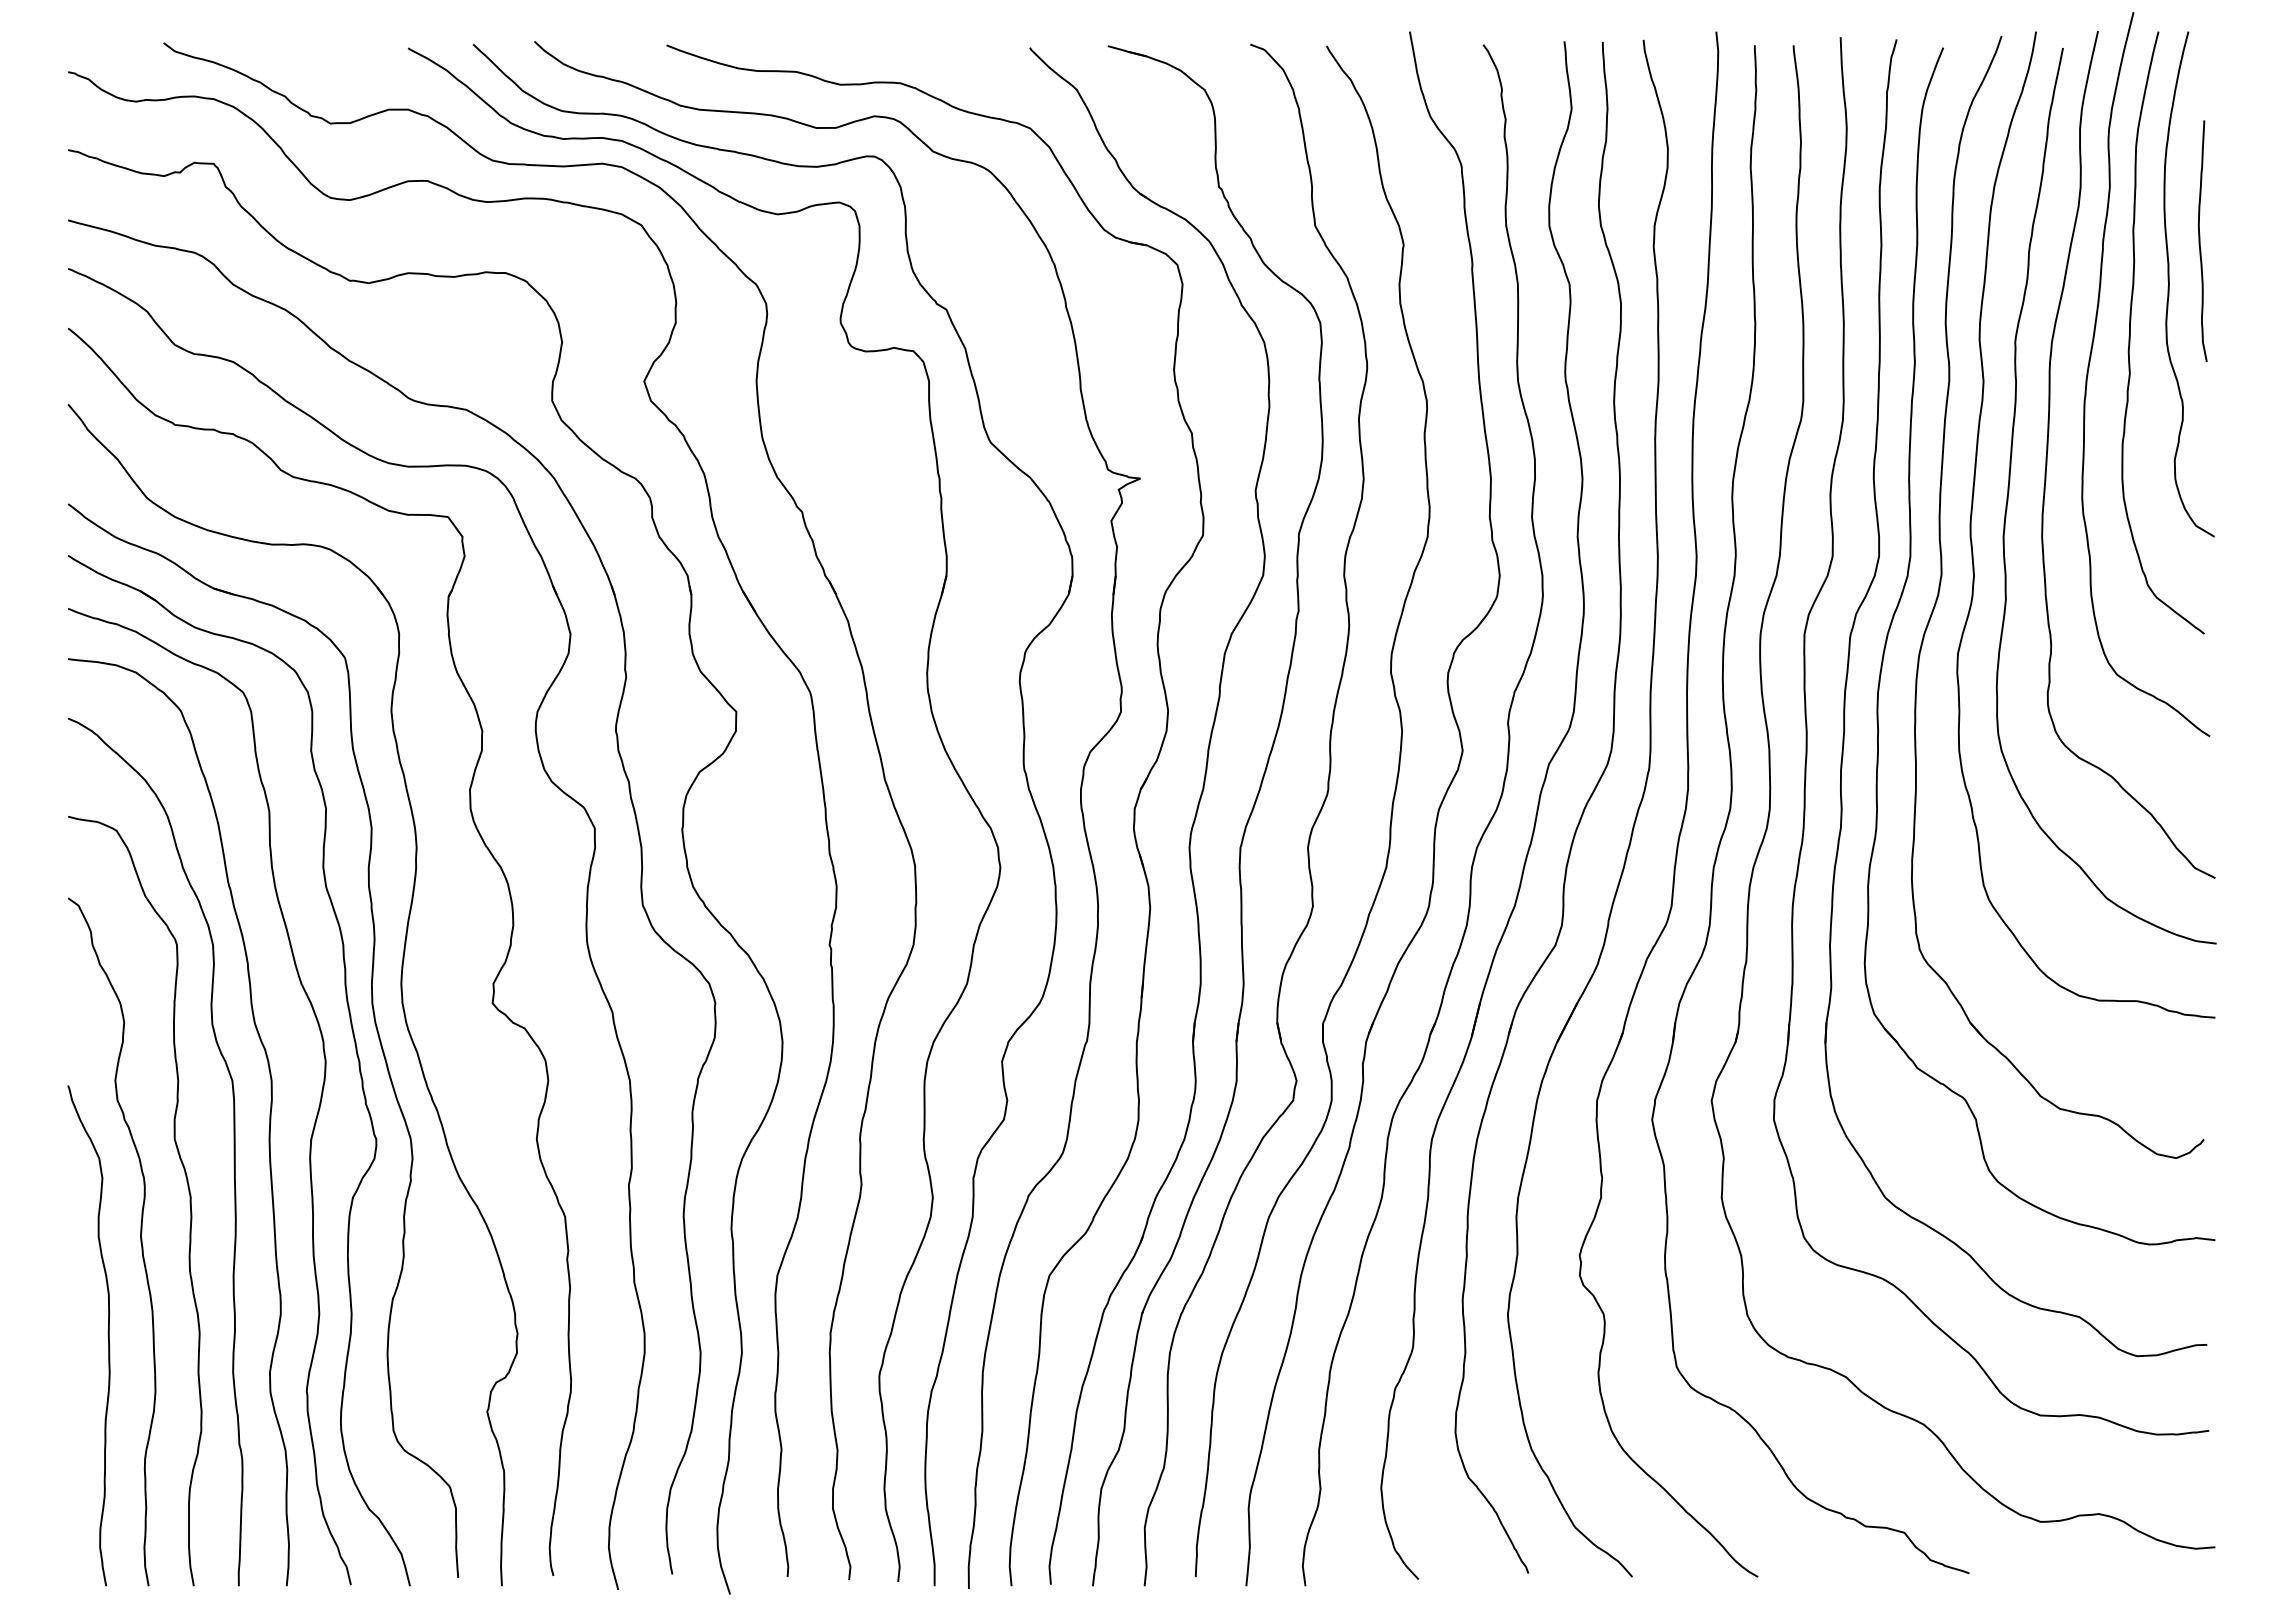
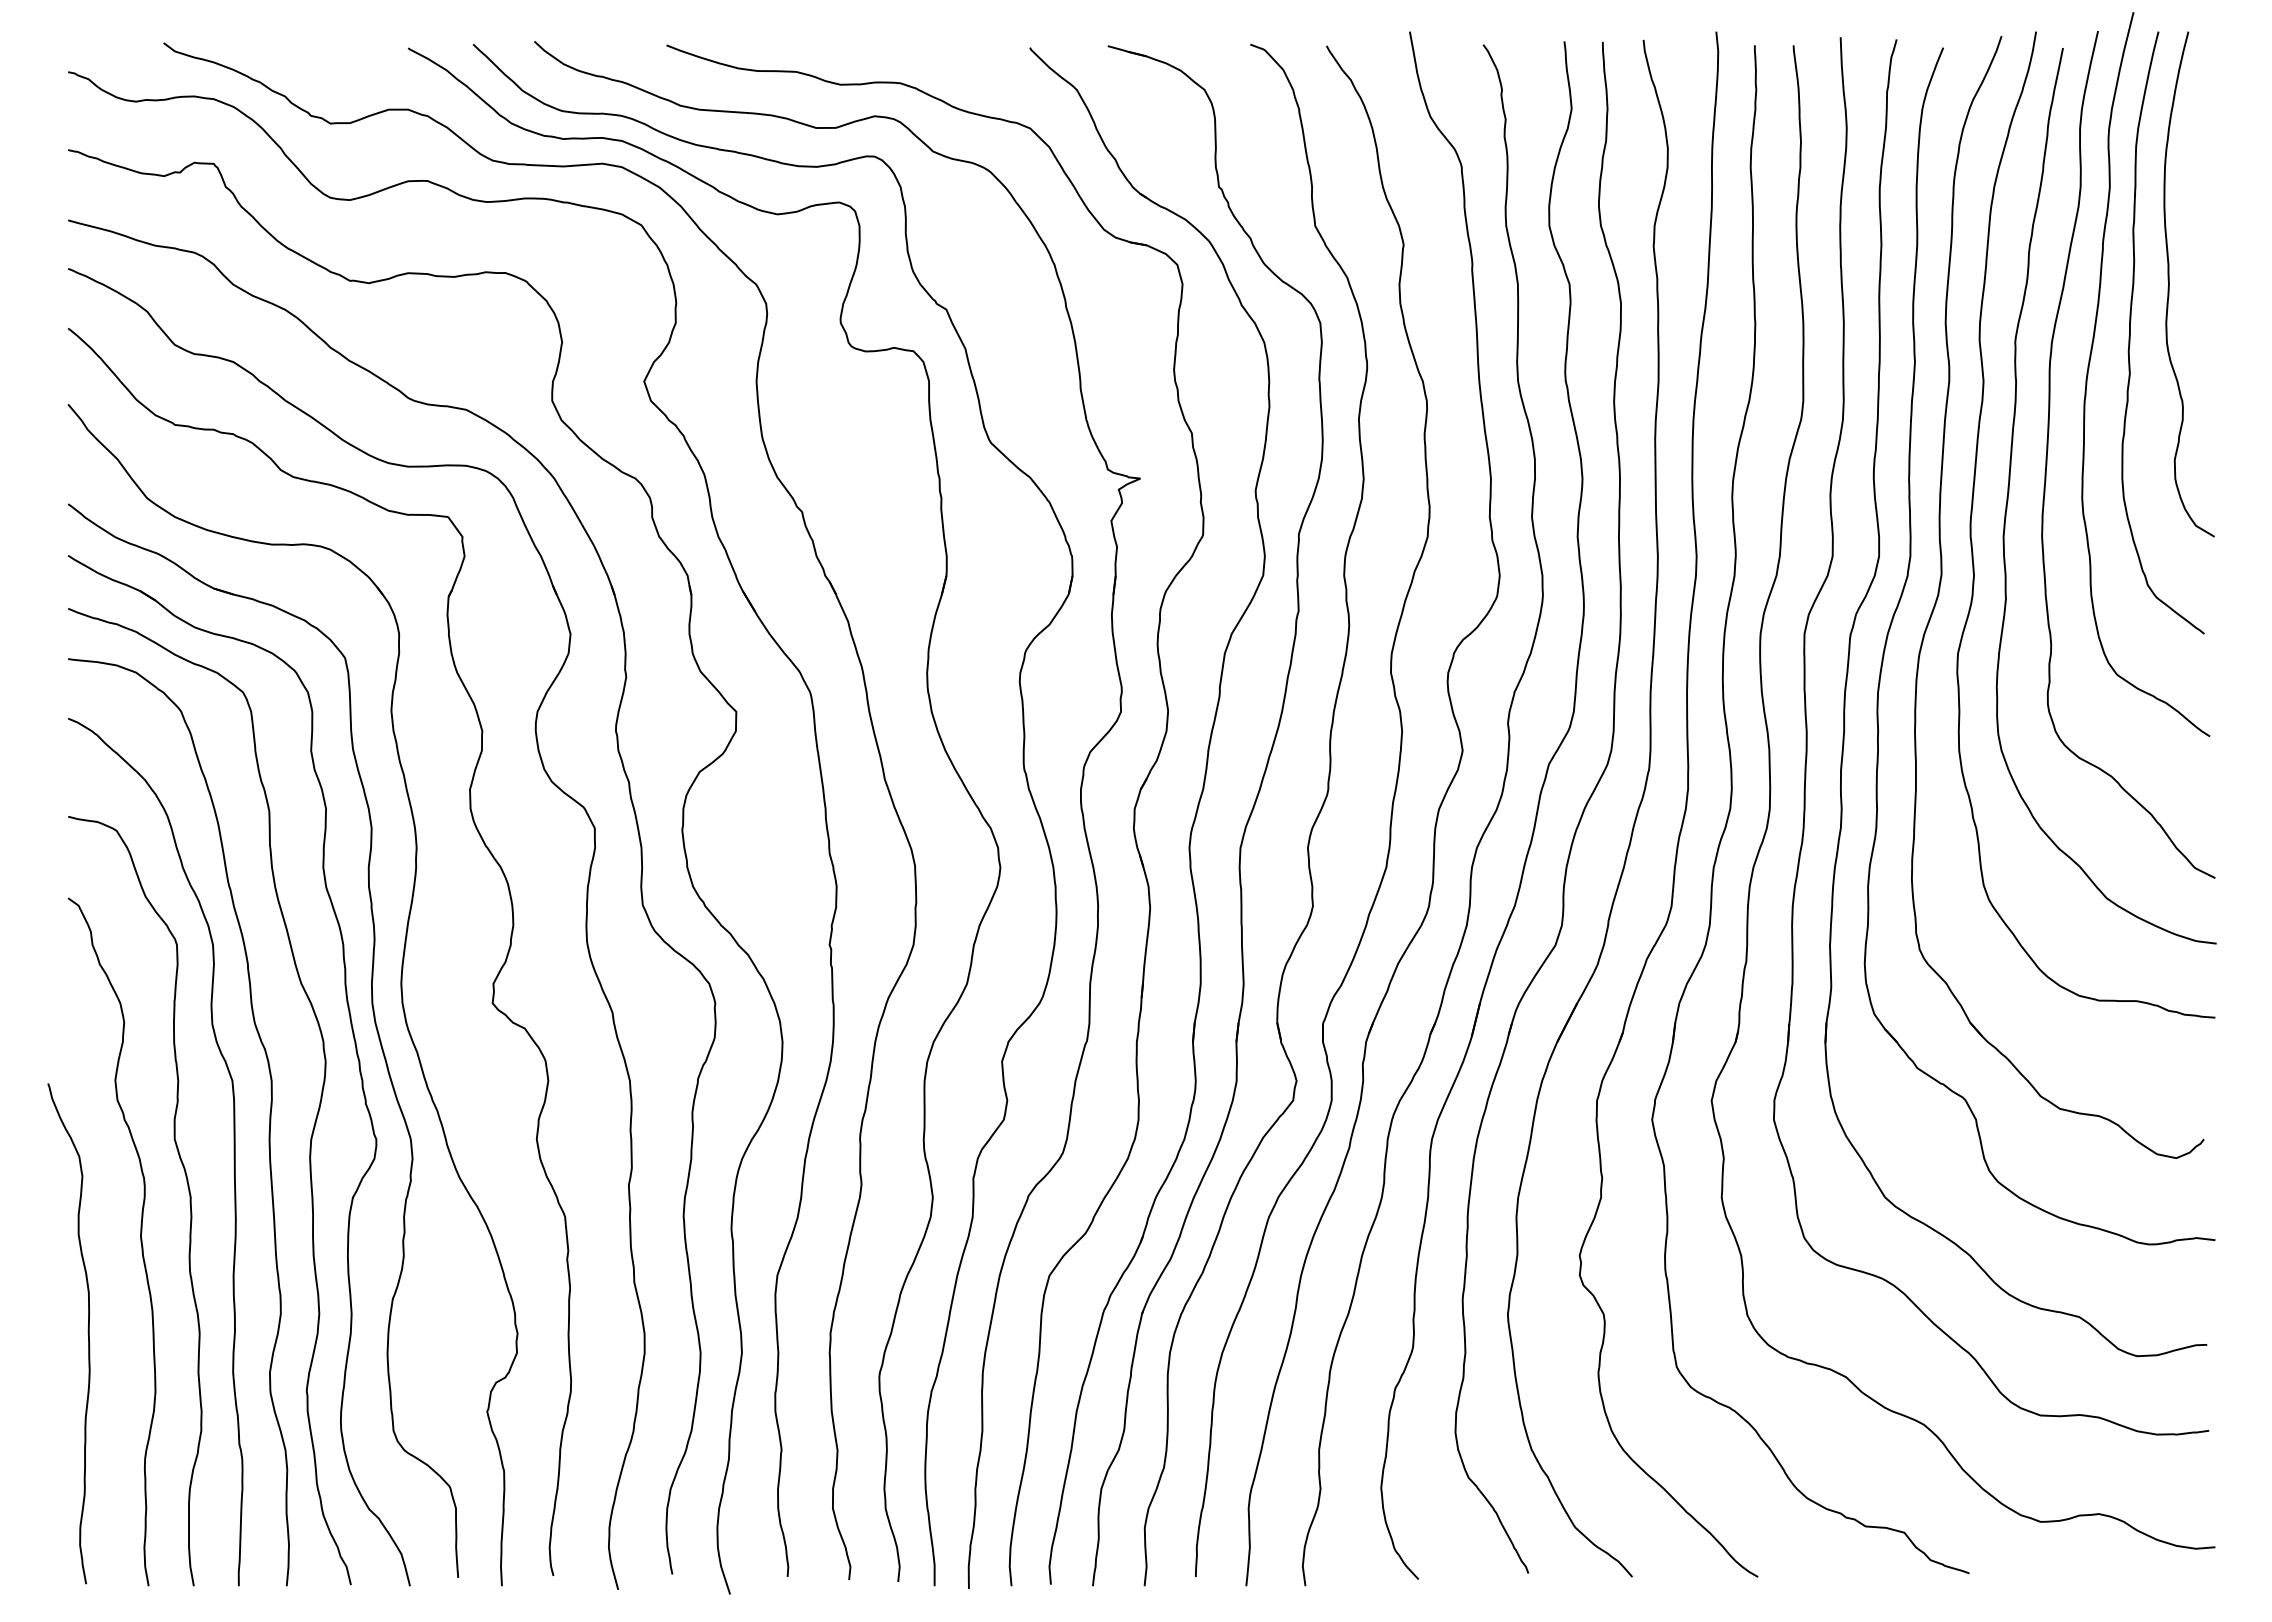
curve at (2200, 240): present -> none
curve at (107, 1335) position: (107, 1335) -> (87, 1333)
